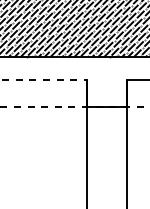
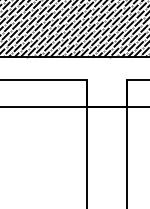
line at (44, 80): dashed -> solid
line at (75, 106): dashed -> solid
